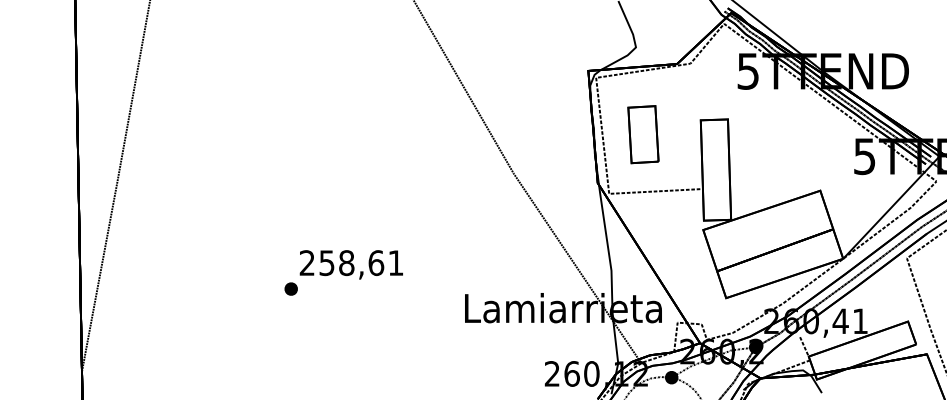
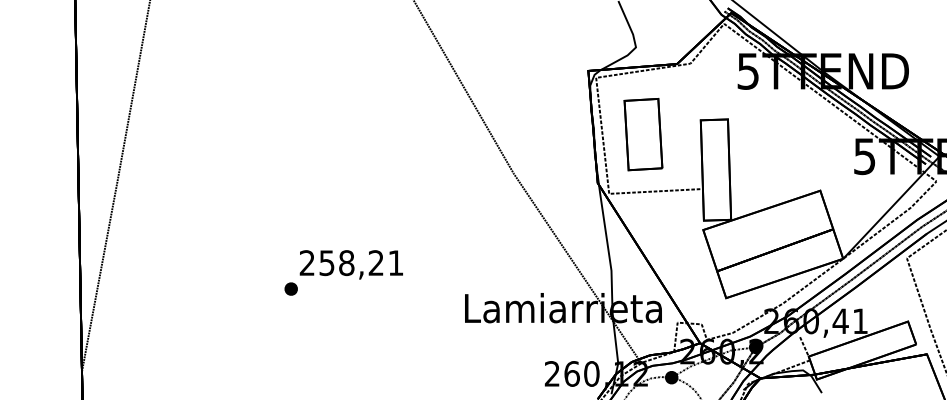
part at (643, 134) size: 33x60 px -> 41x74 px
text at (376, 263): 258,61 -> 258,21
